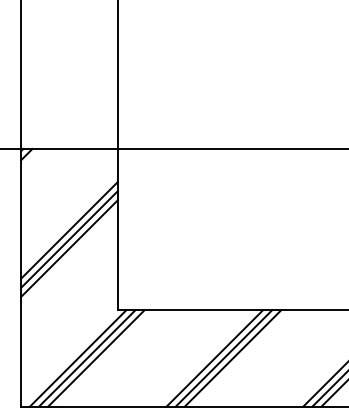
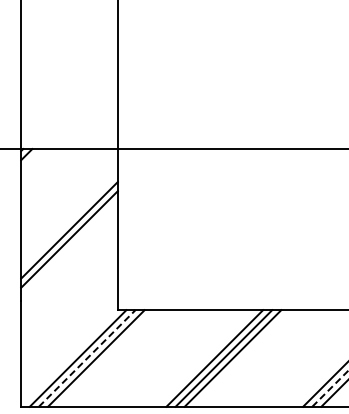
line at (69, 248): present -> none
line at (87, 358): solid -> dashed
line at (330, 388): solid -> dashed
